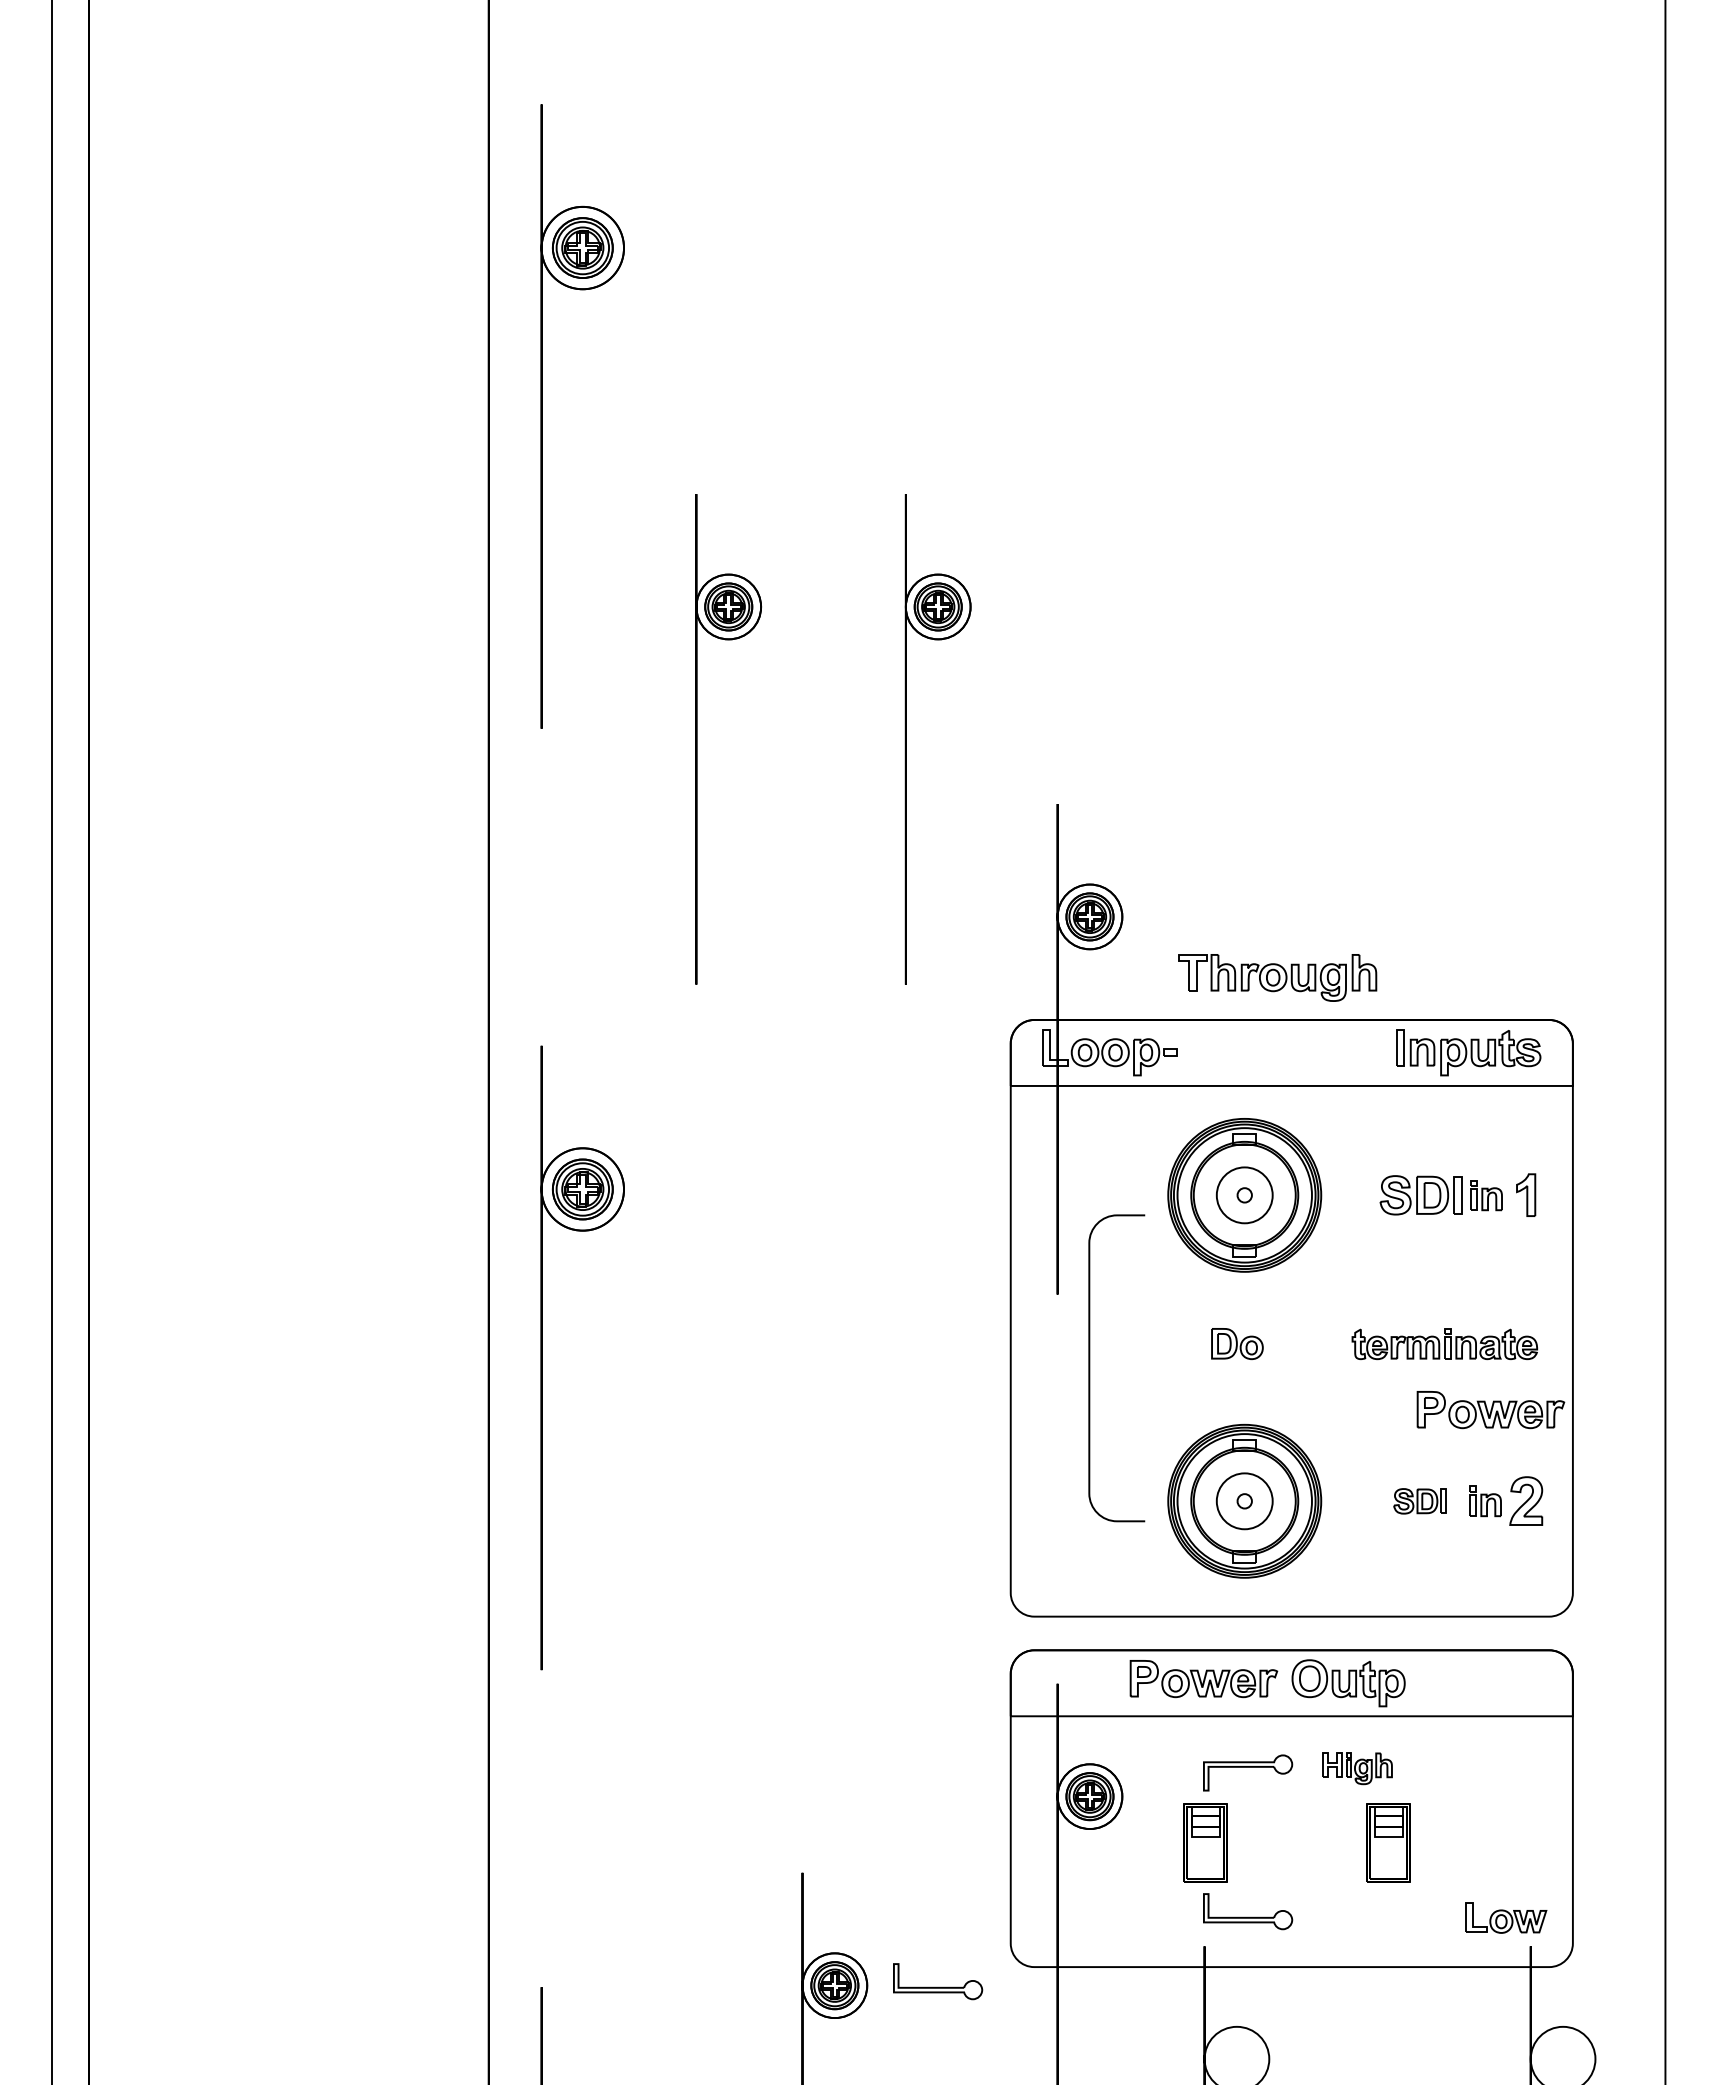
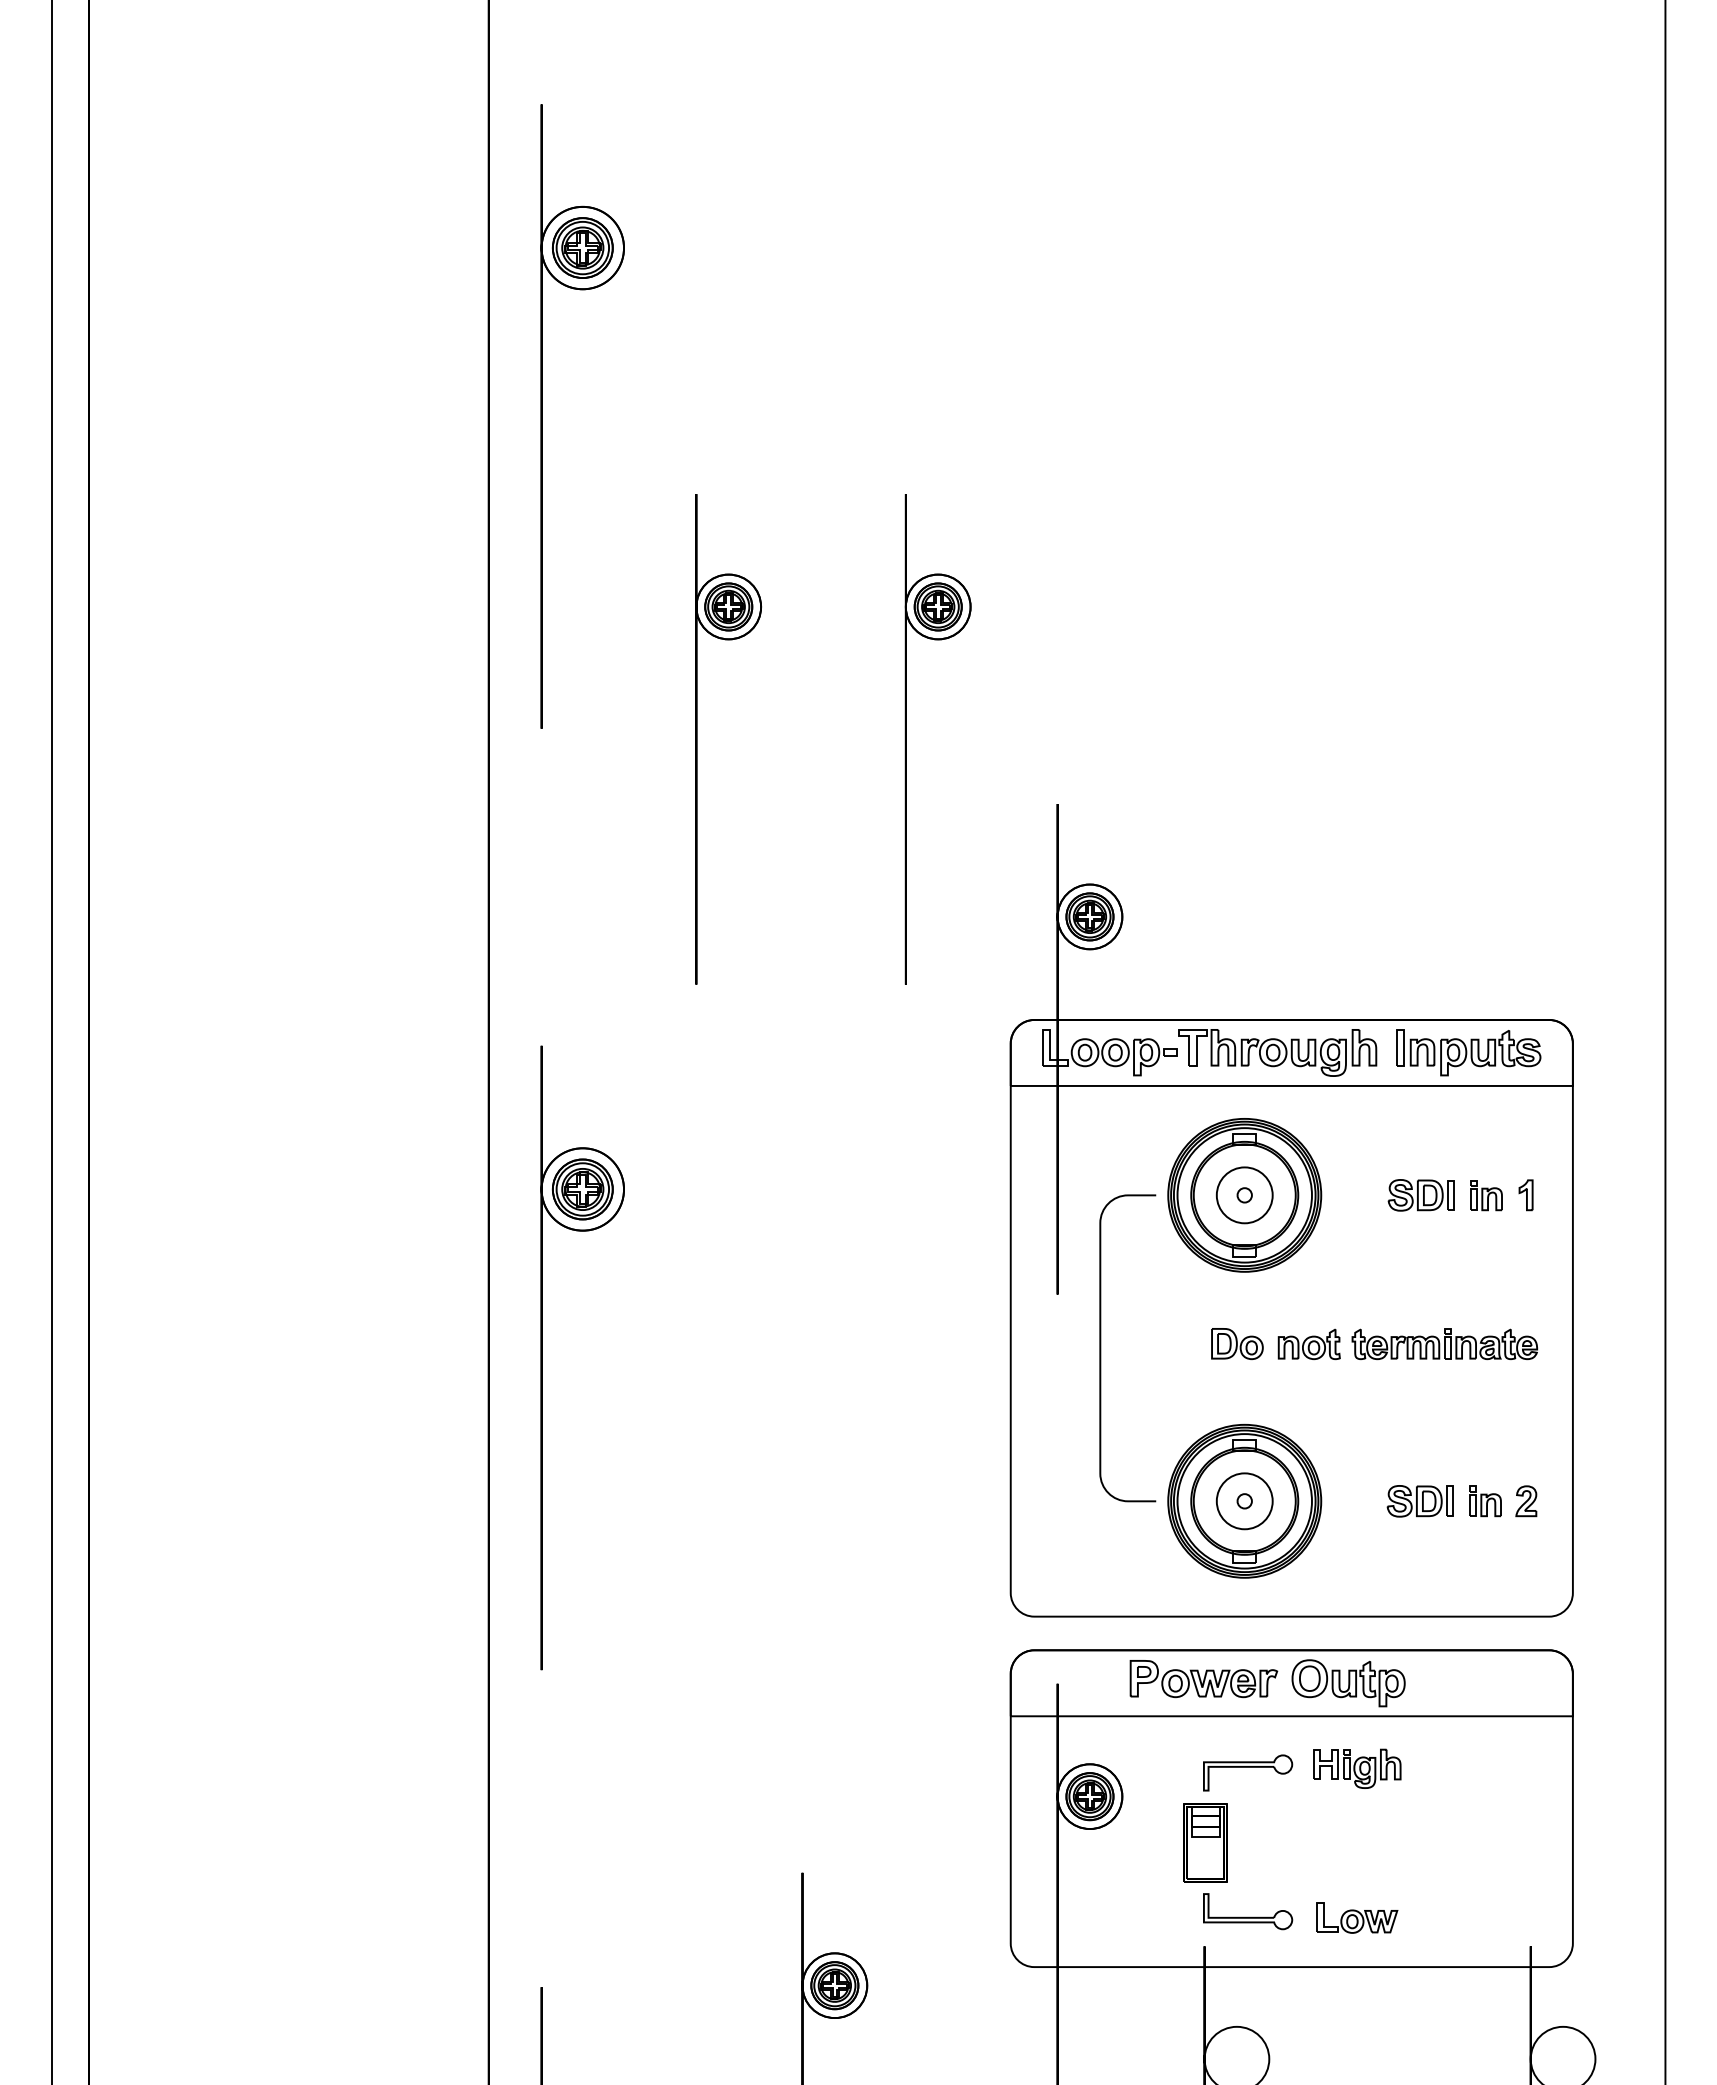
part at (1277, 977) position: (1277, 977) -> (1277, 1052)
part at (1526, 1194) size: 21x44 px -> 16x33 px
part at (1420, 1195) size: 84x41 px -> 68x33 px
part at (1308, 1344): none -> present
curve at (1090, 1368) position: (1090, 1368) -> (1101, 1348)
part at (1490, 1410): present -> none
part at (1526, 1500) size: 35x50 px -> 23x33 px
part at (1419, 1501) size: 54x27 px -> 68x33 px
part at (1357, 1768) size: 71x34 px -> 89x41 px
part at (1388, 1842): present -> none
part at (1506, 1917) position: (1506, 1917) -> (1357, 1917)
part at (938, 1981): present -> none
